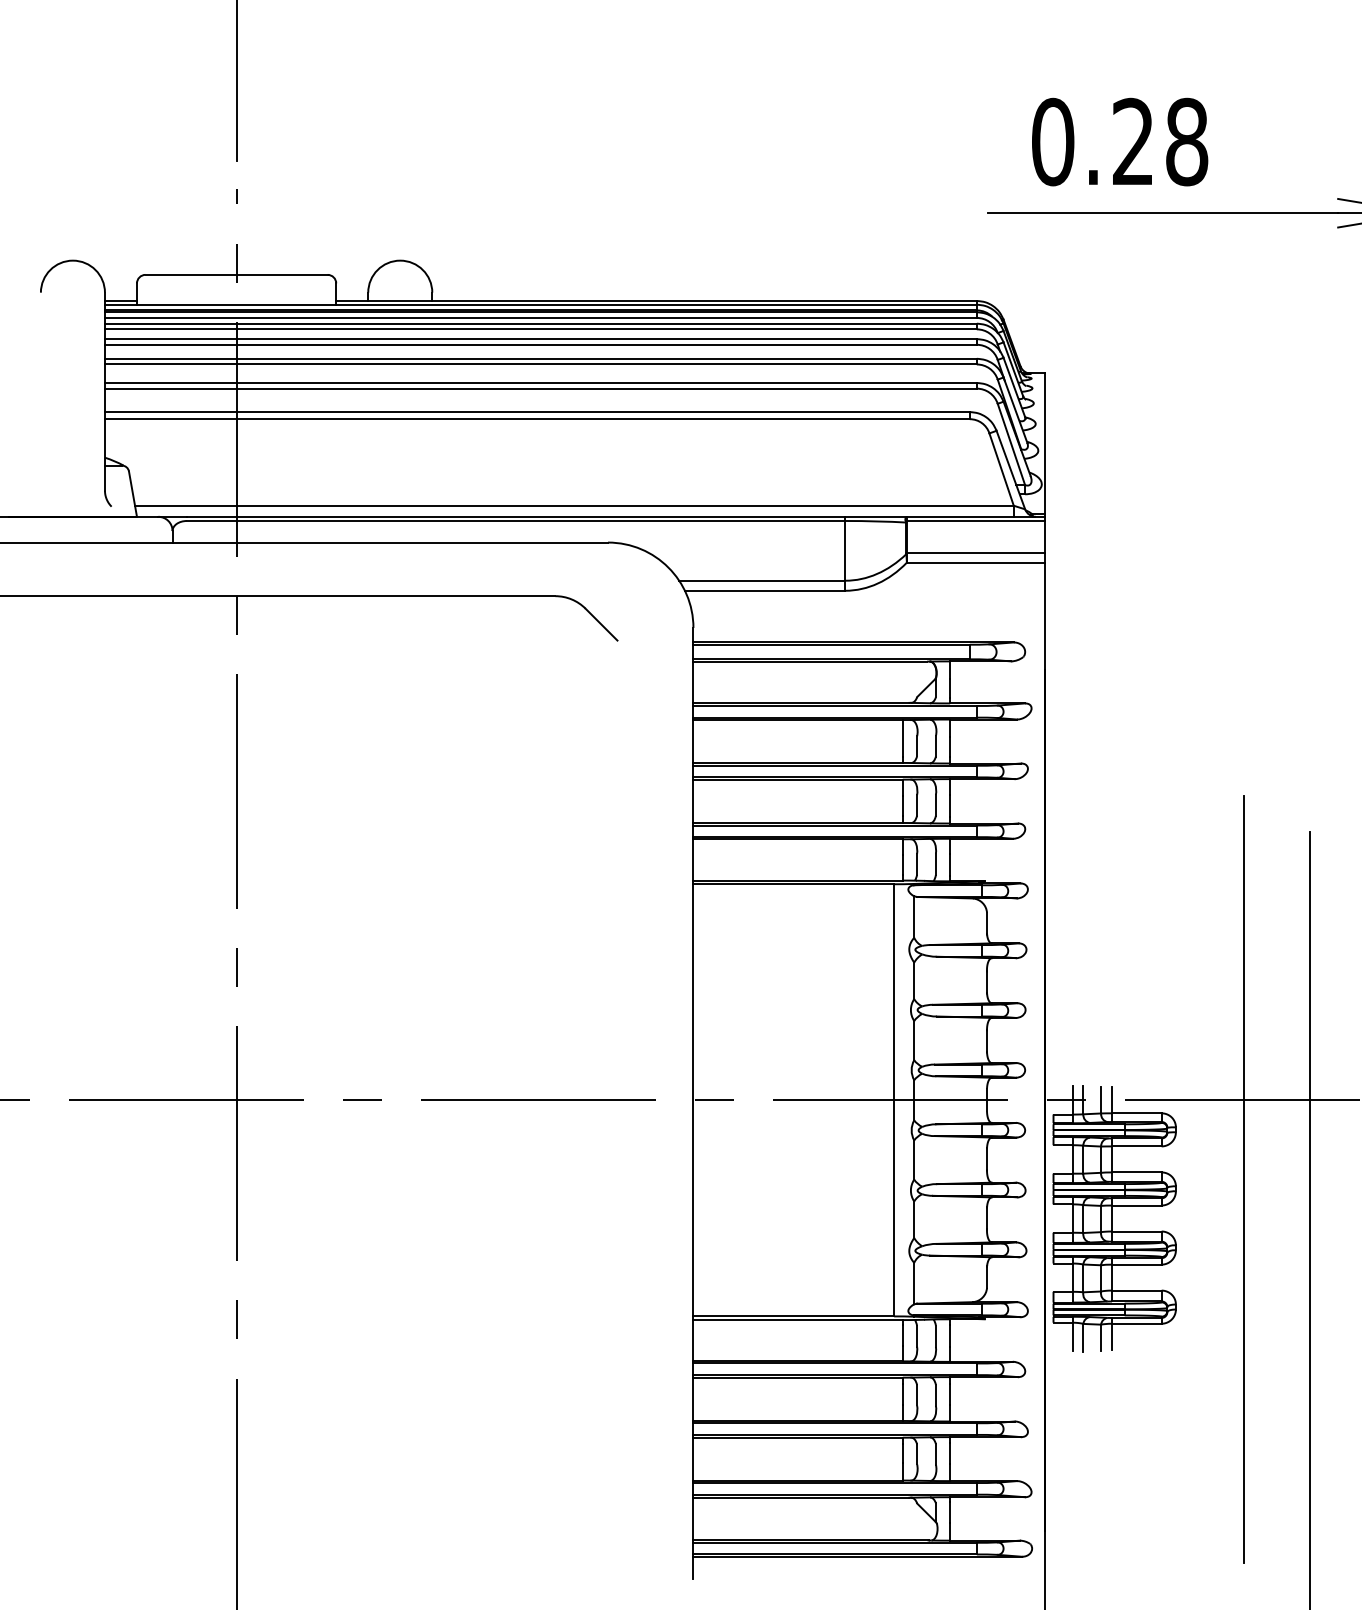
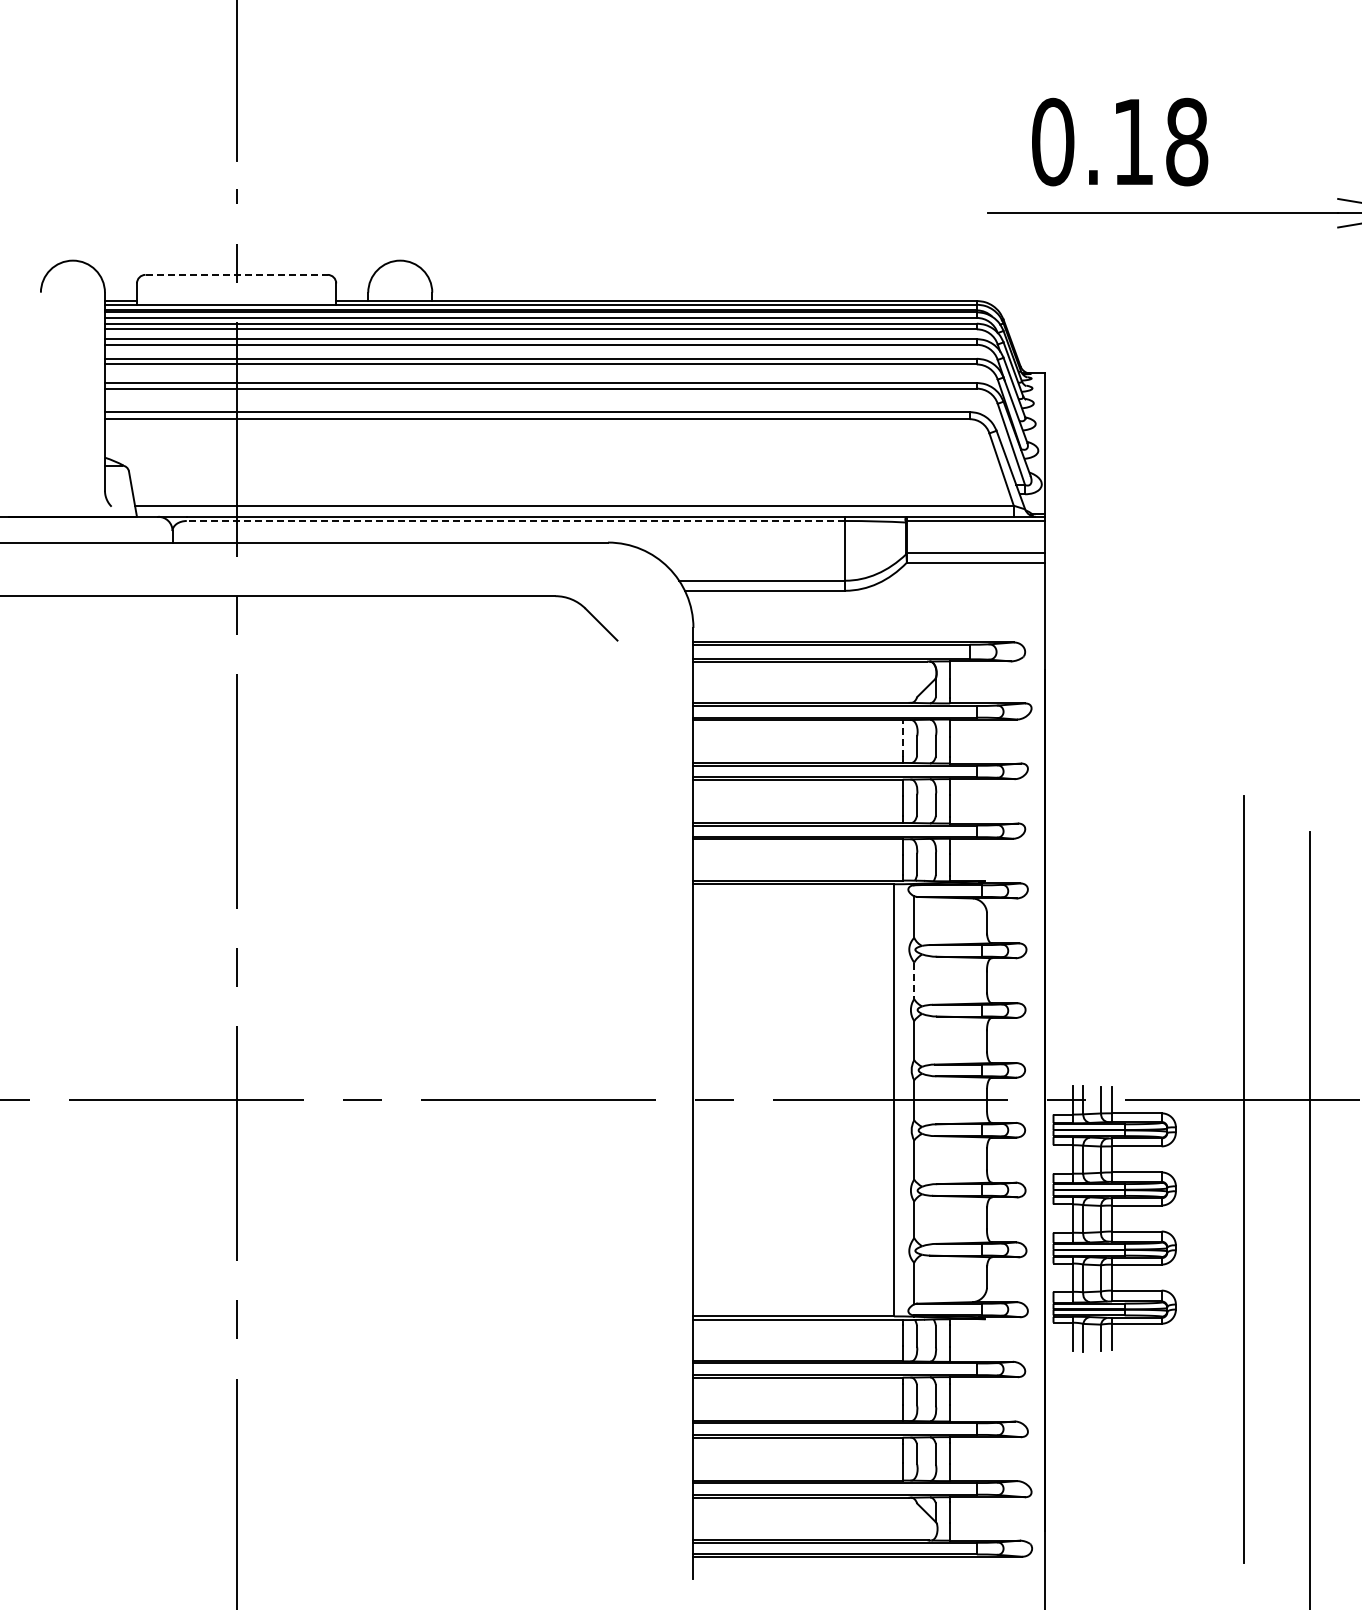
text at (1132, 140): 0.28 -> 0.18
line at (237, 274): solid -> dashed
line at (515, 521): solid -> dashed
line at (902, 738): solid -> dashed
line at (914, 981): solid -> dashed
